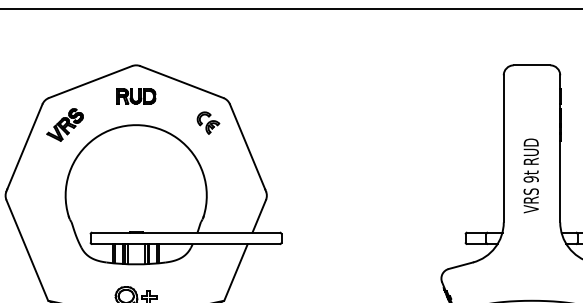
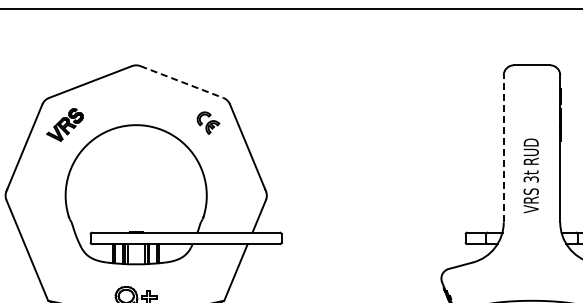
line at (182, 82): solid -> dashed
part at (136, 96): present -> none
line at (503, 148): solid -> dashed
text at (530, 179): 9t -> 3t
